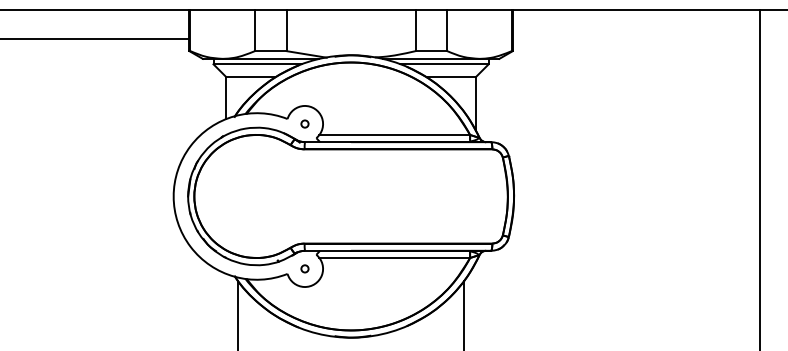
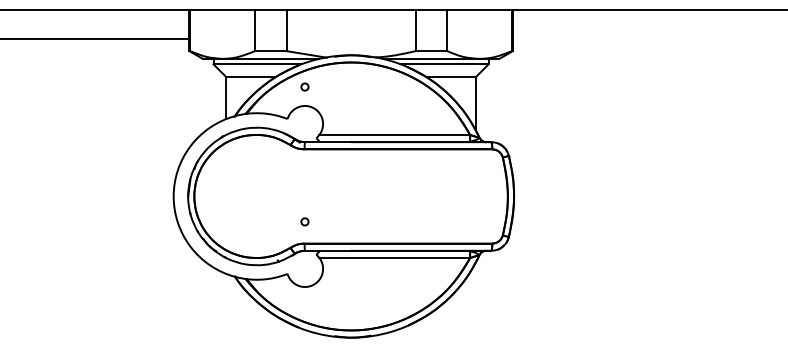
circle at (304, 123) position: (304, 123) -> (304, 86)
line at (760, 178): present -> none
circle at (304, 268) position: (304, 268) -> (304, 221)
line at (237, 313): present -> none
line at (464, 313): present -> none
